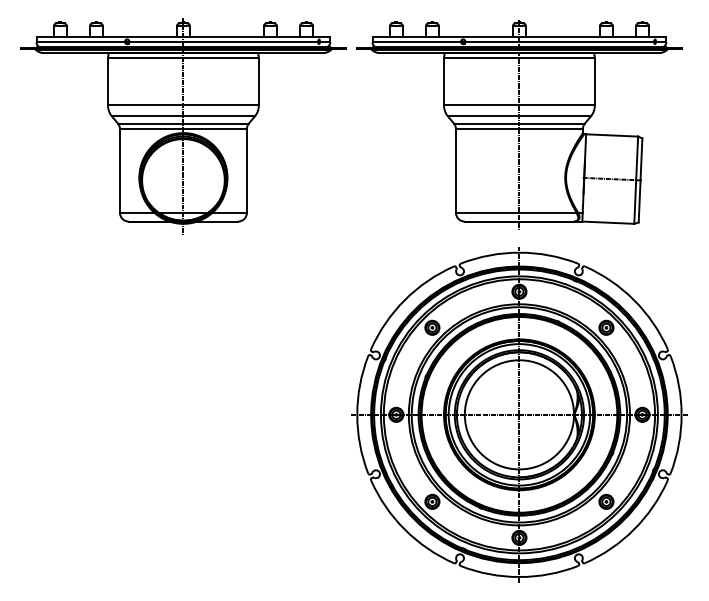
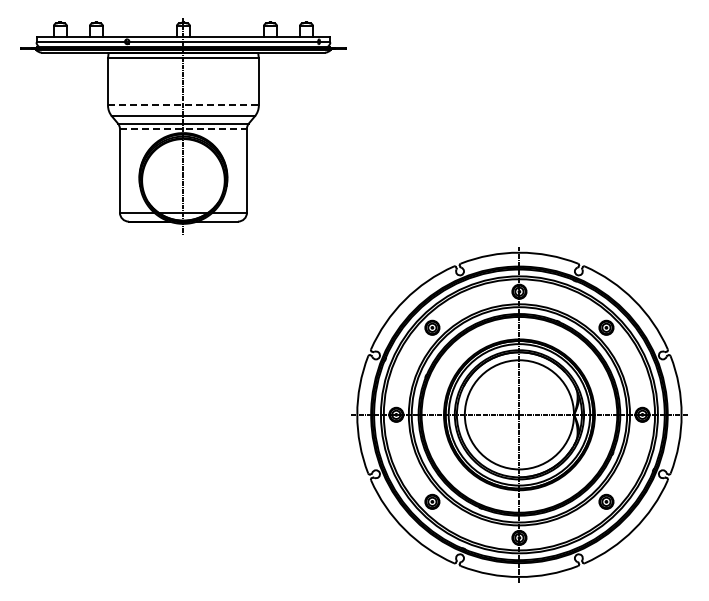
line at (183, 105): solid -> dashed
part at (519, 124): present -> none
line at (183, 128): solid -> dashed
